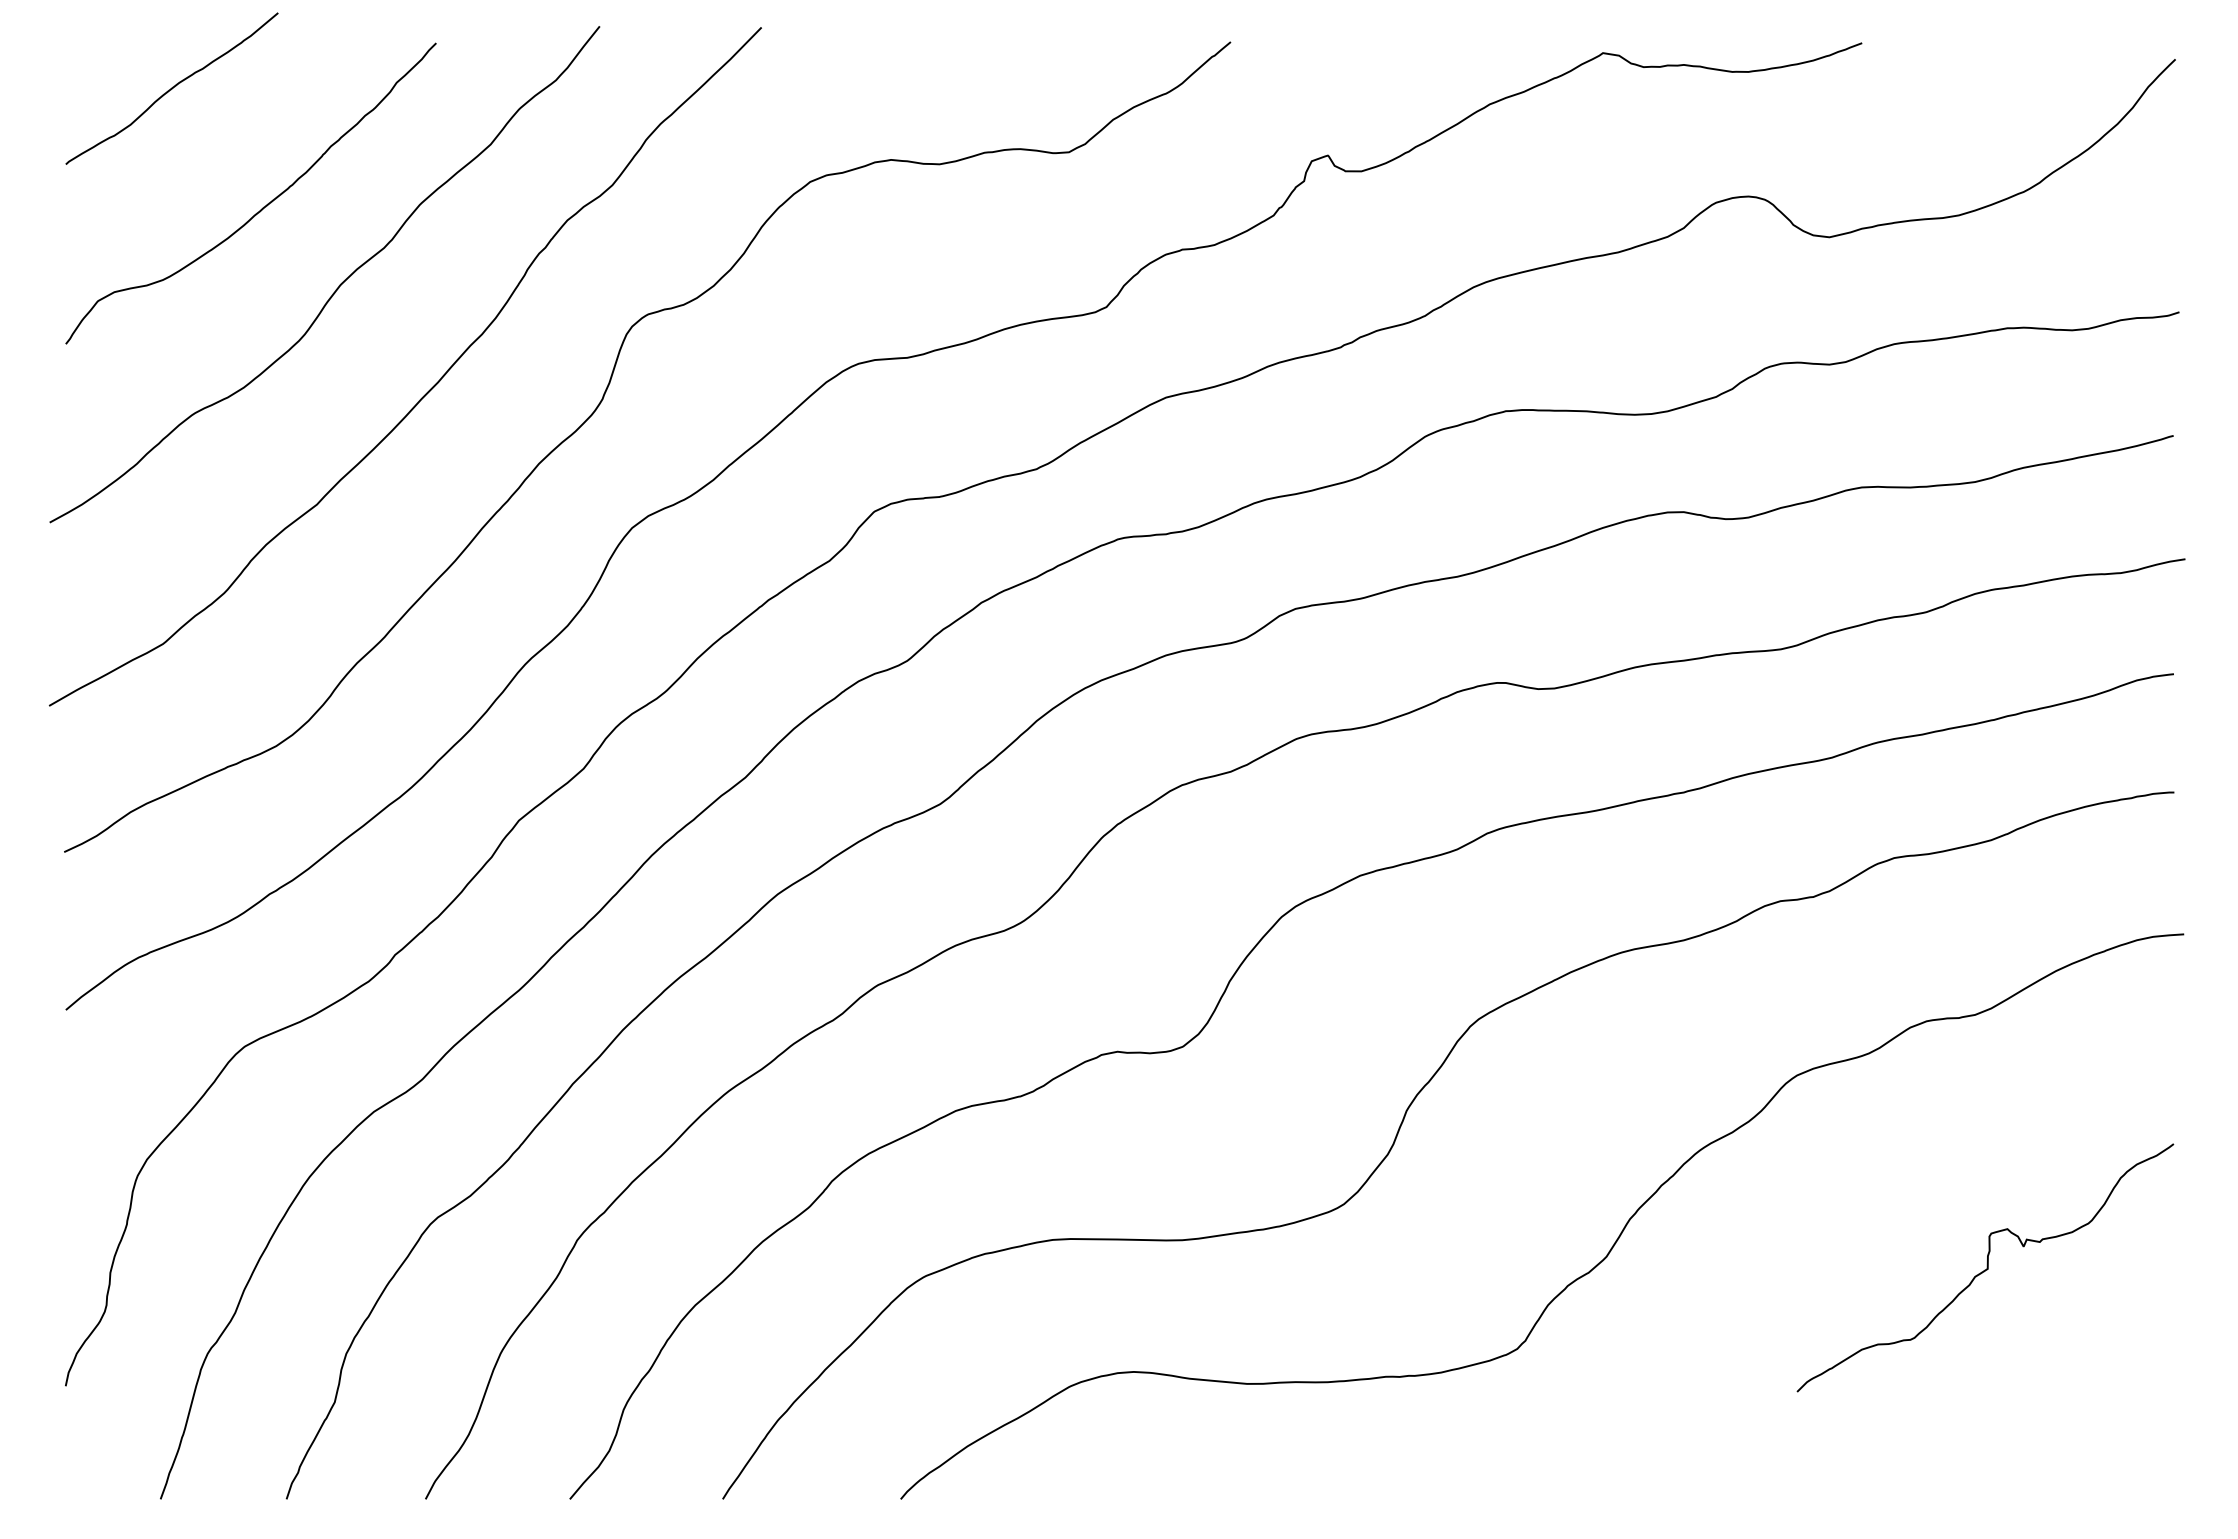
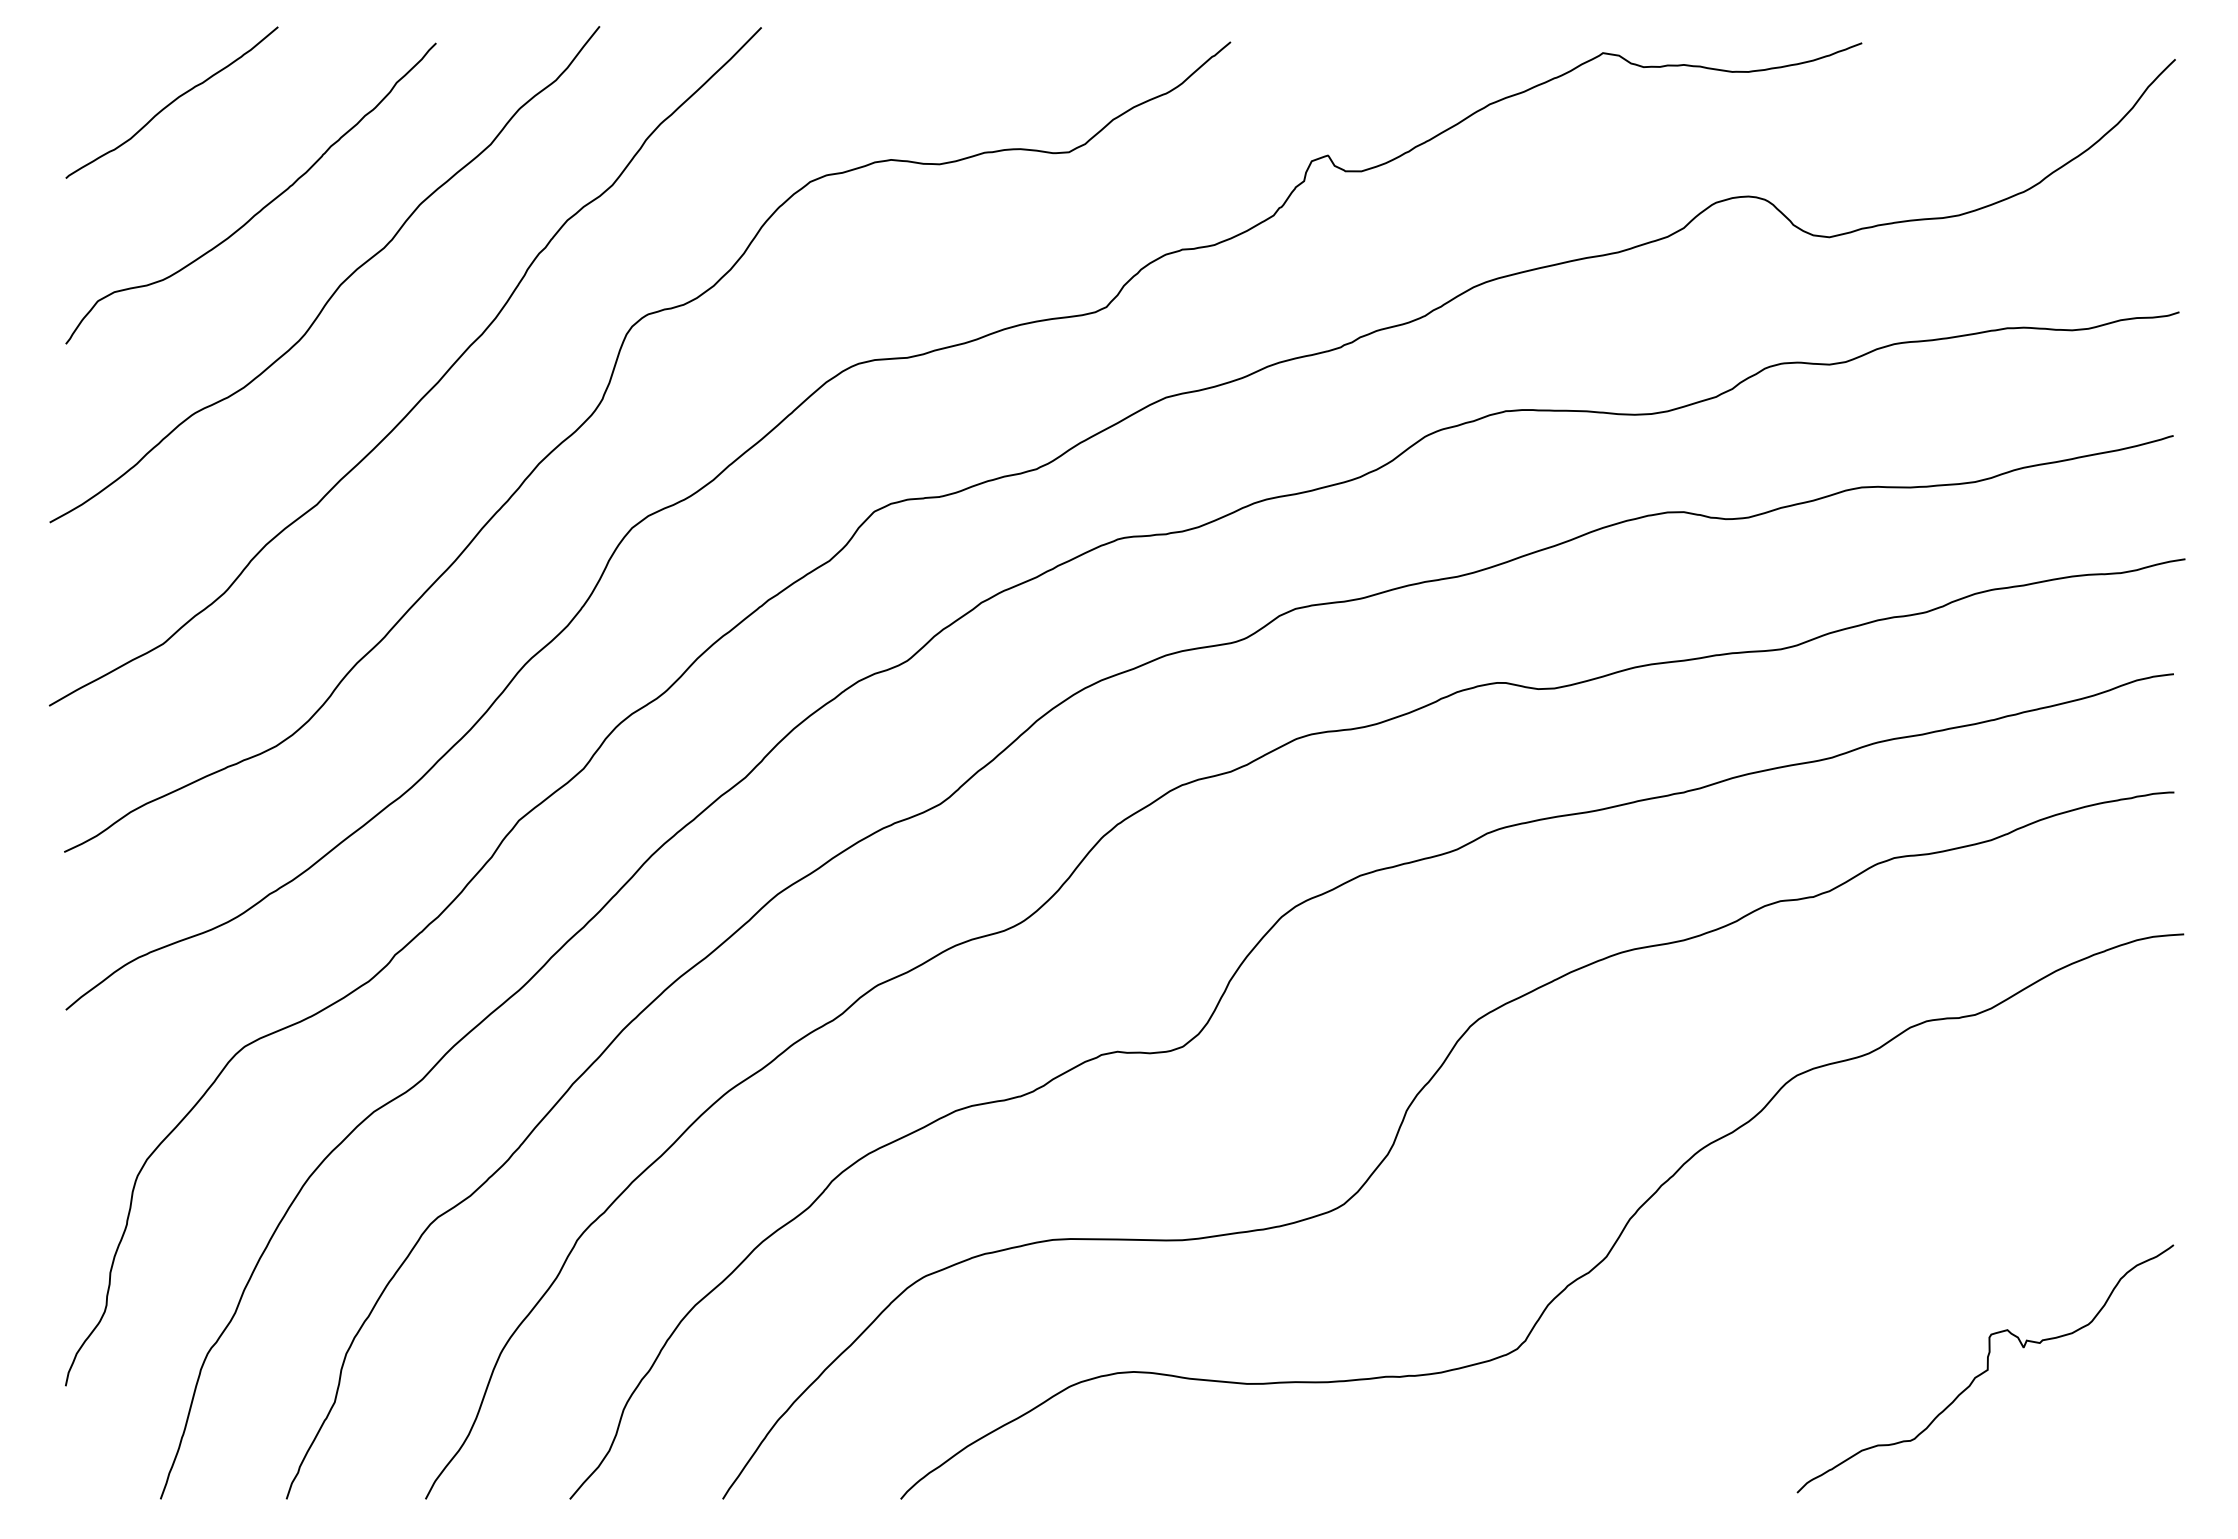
curve at (171, 88) position: (171, 88) -> (171, 102)
curve at (1986, 1267) position: (1986, 1267) -> (1986, 1368)
